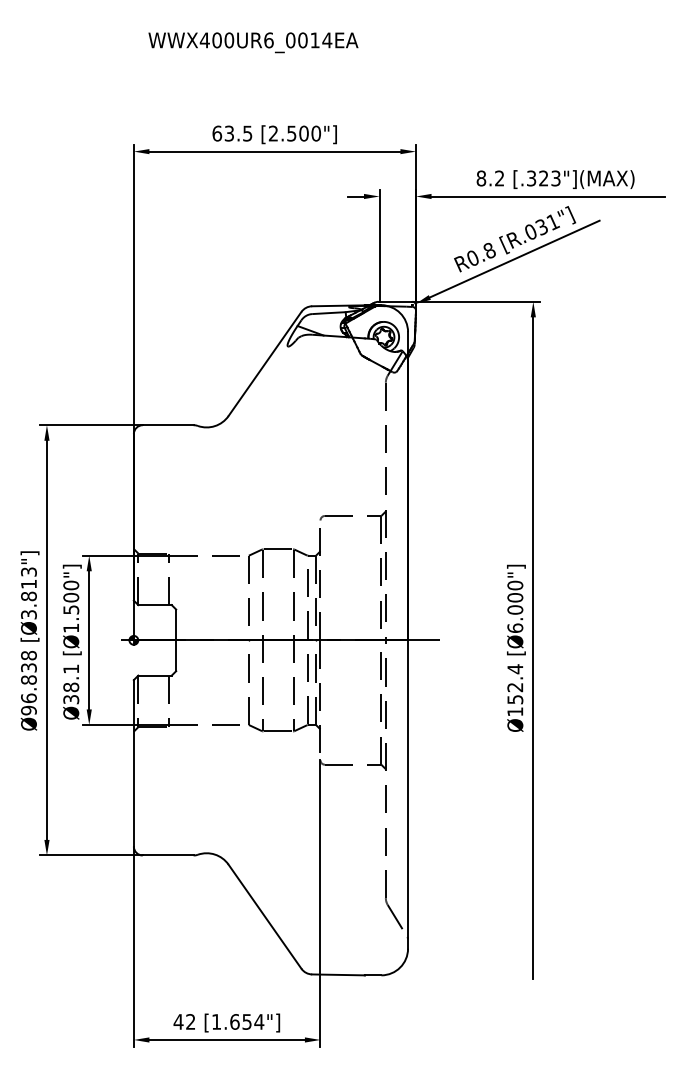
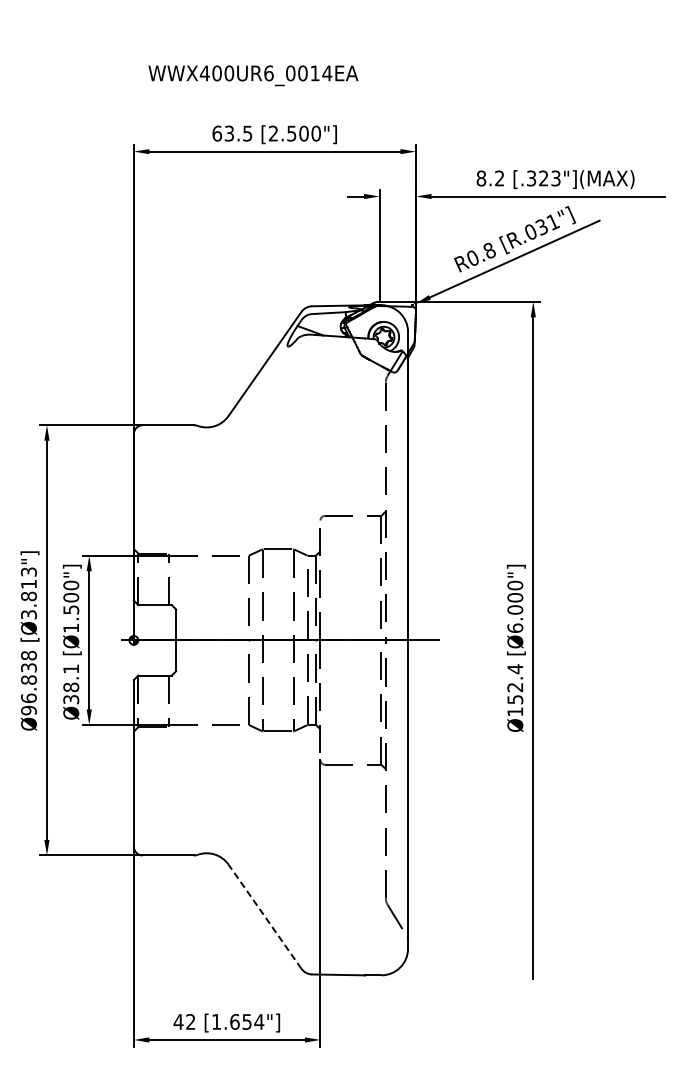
text at (253, 42) position: (253, 42) -> (253, 75)
line at (265, 916): solid -> dashed
